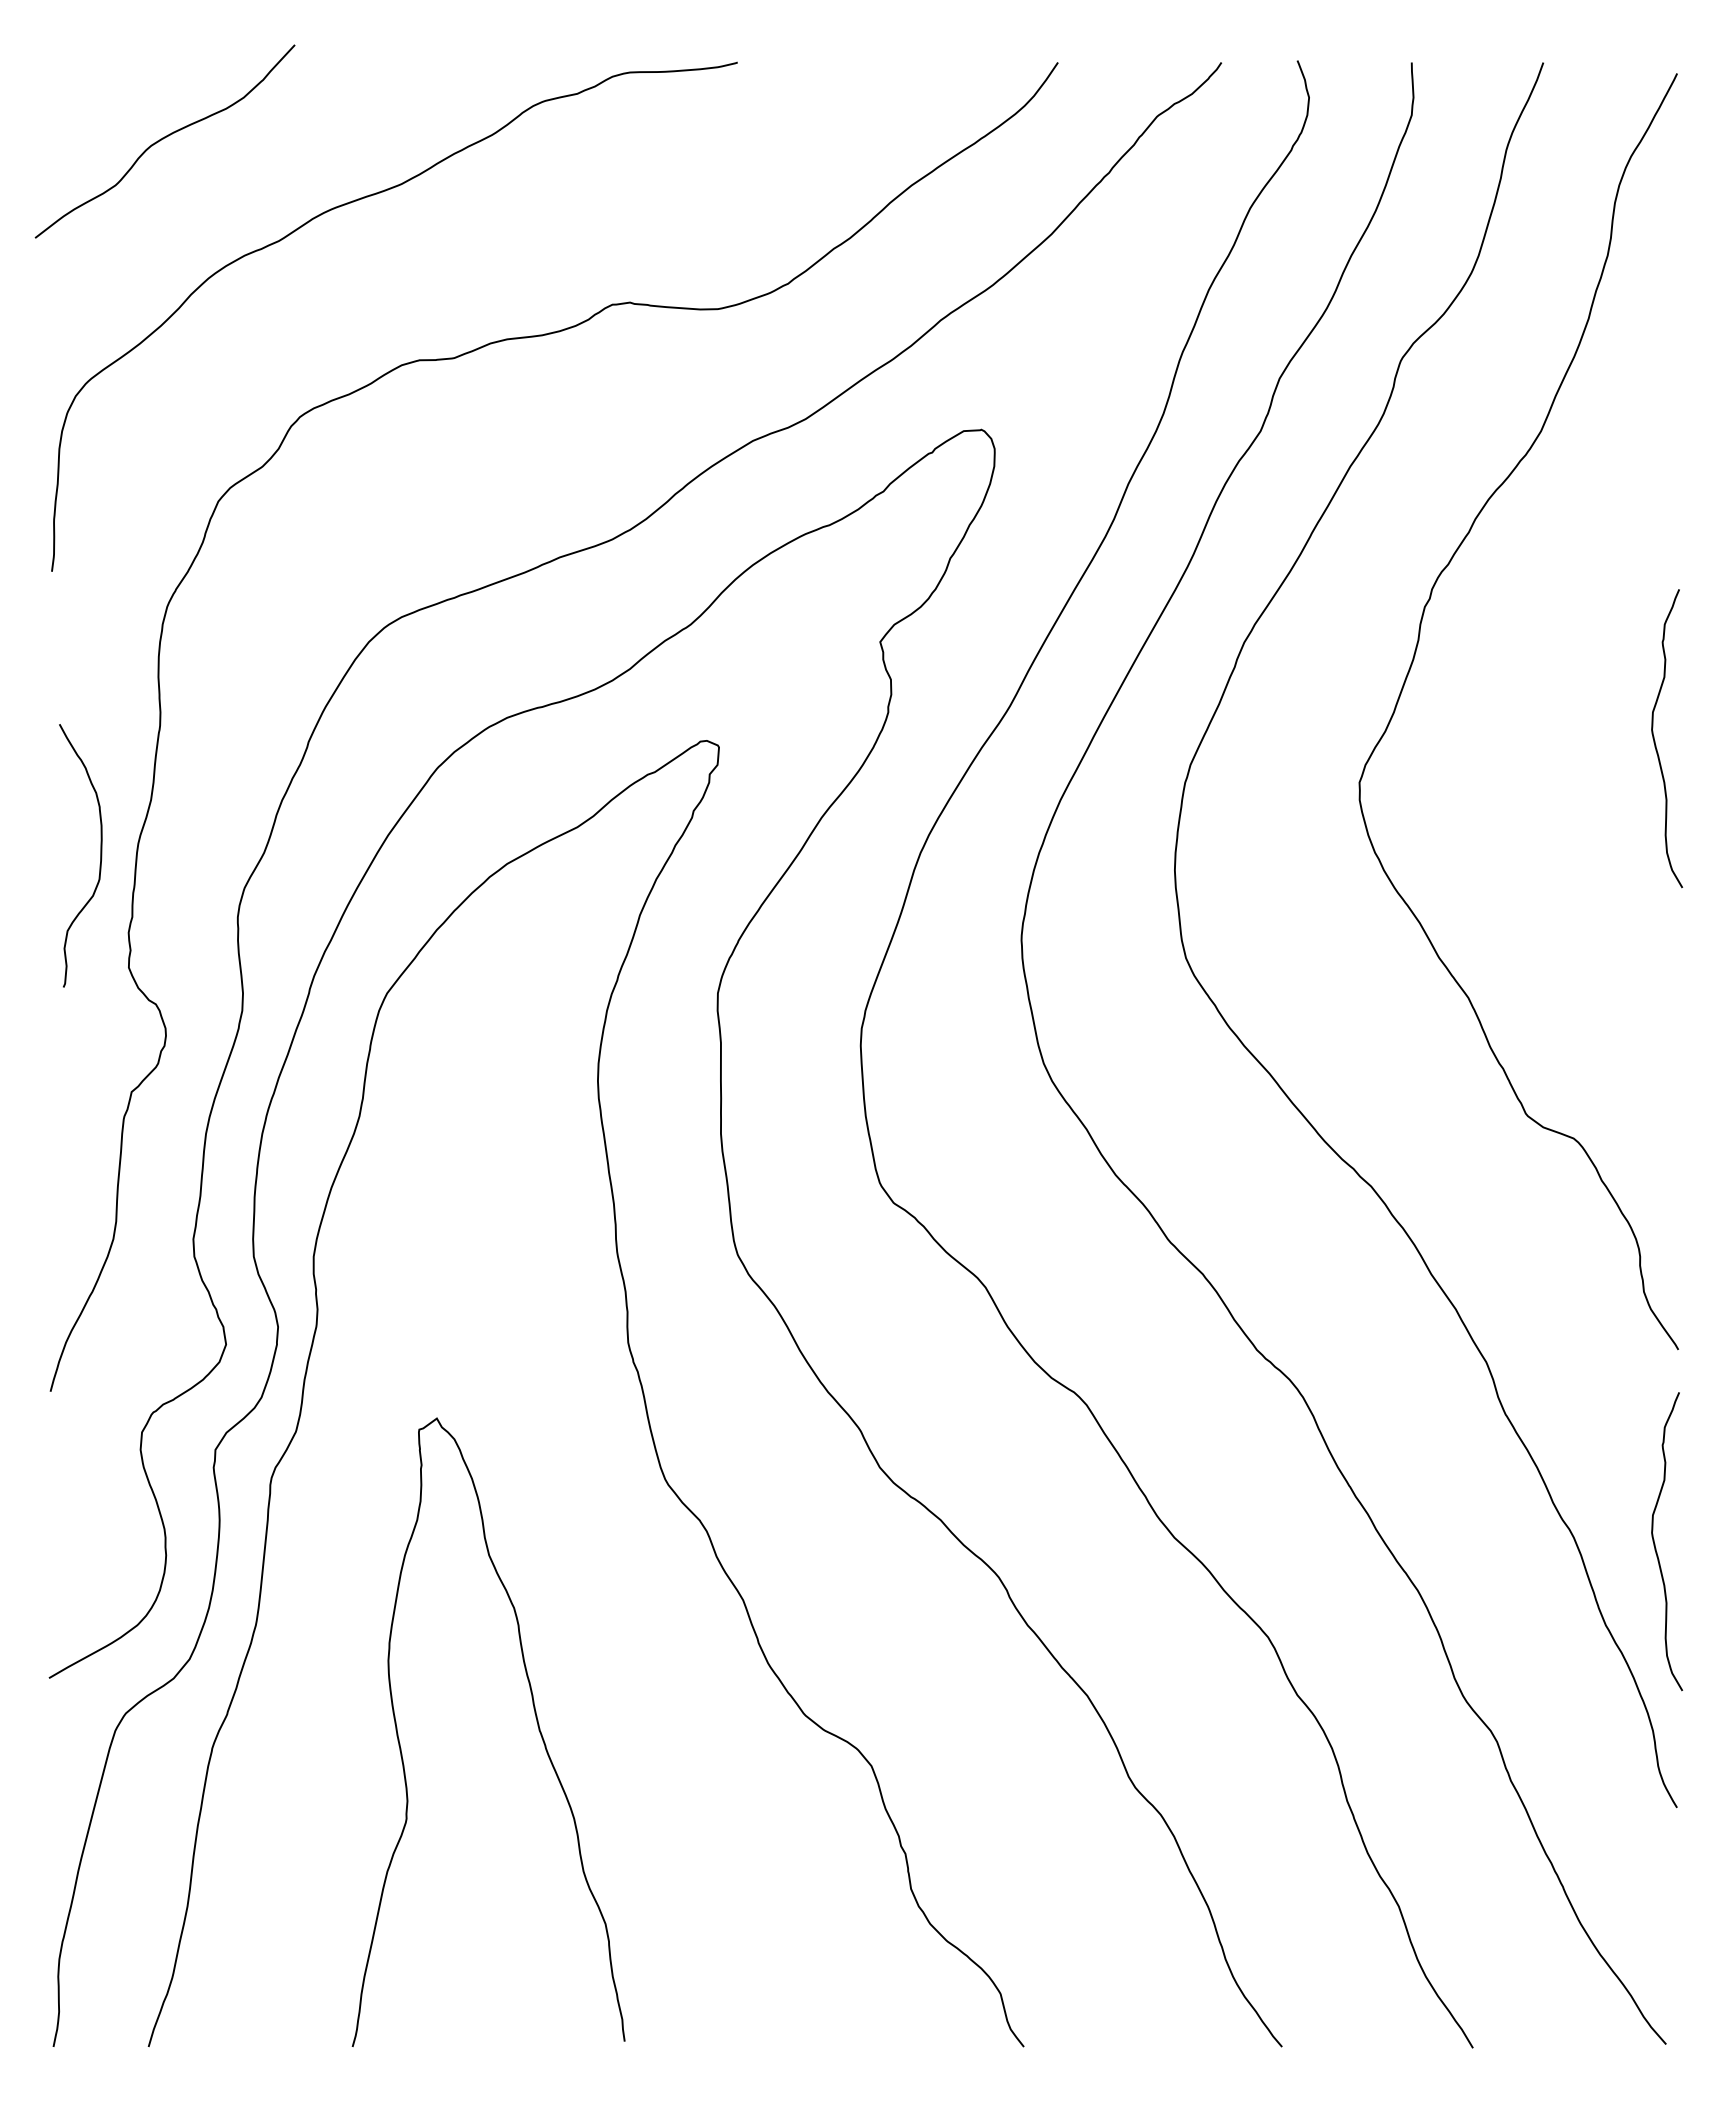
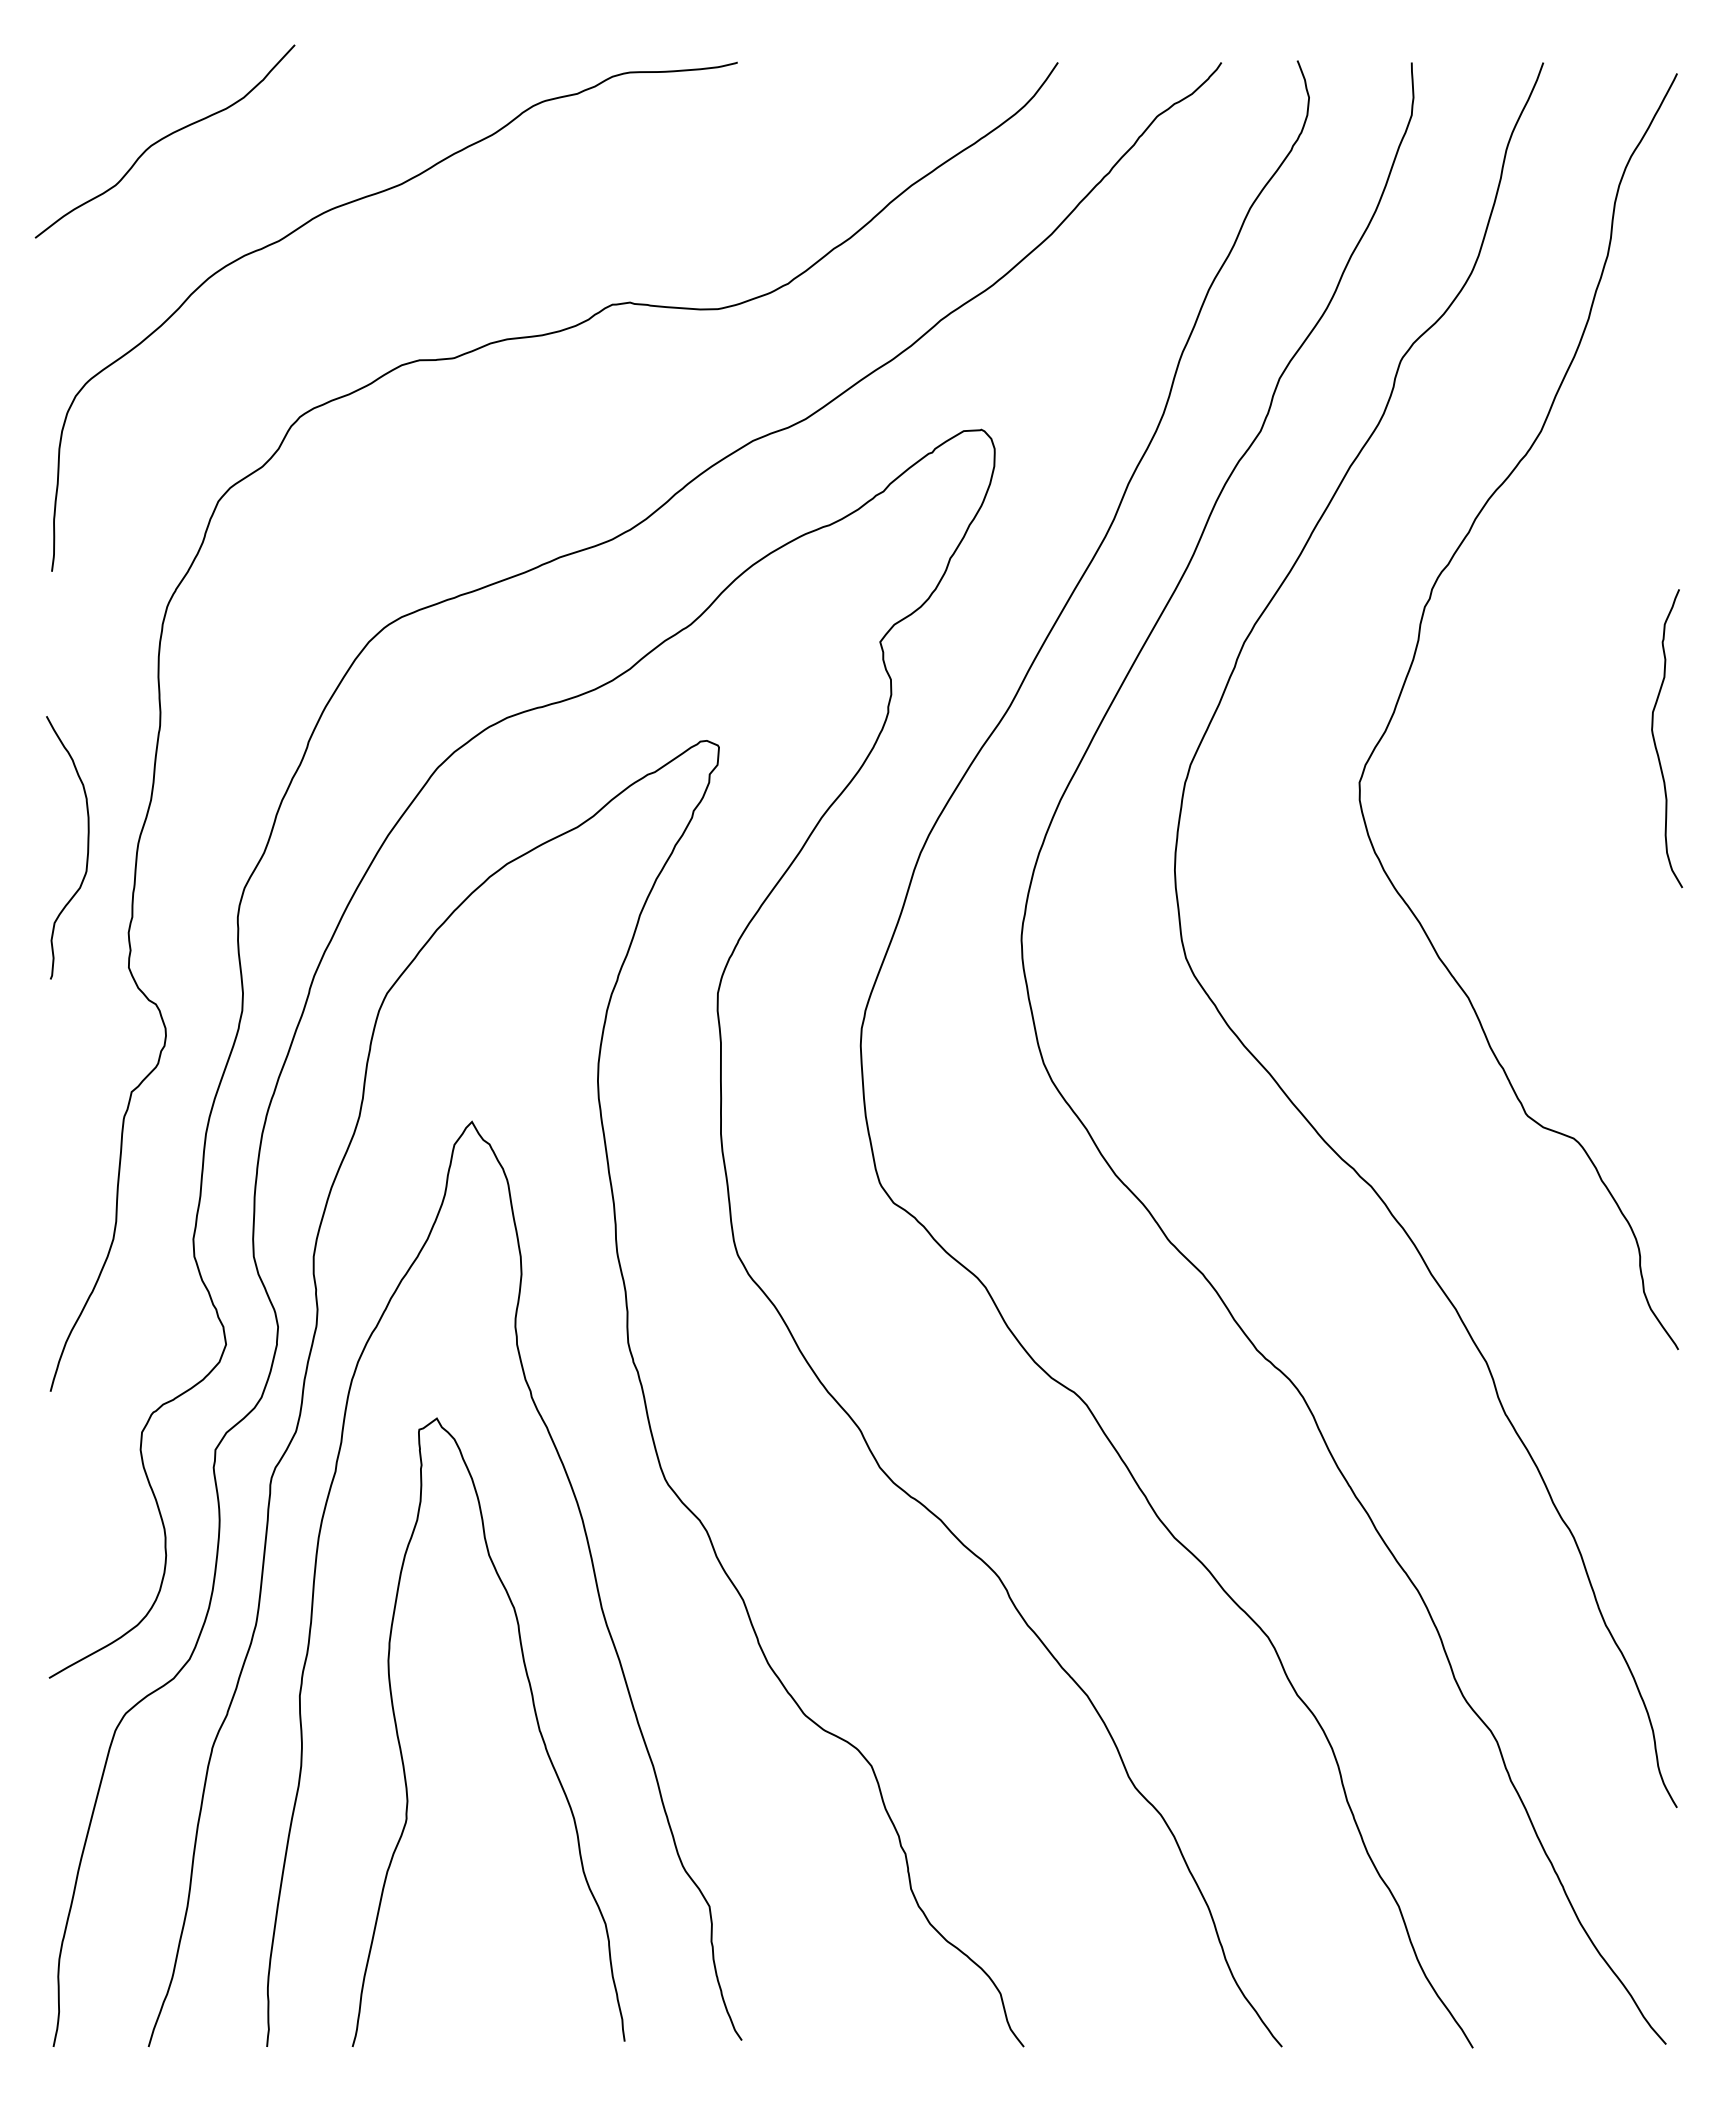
curve at (100, 855) position: (100, 855) -> (87, 847)
curve at (1655, 1543): present -> none
curve at (591, 1564): none -> present
